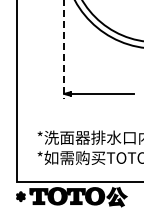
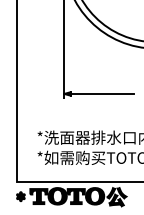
line at (64, 50): dashed -> solid
